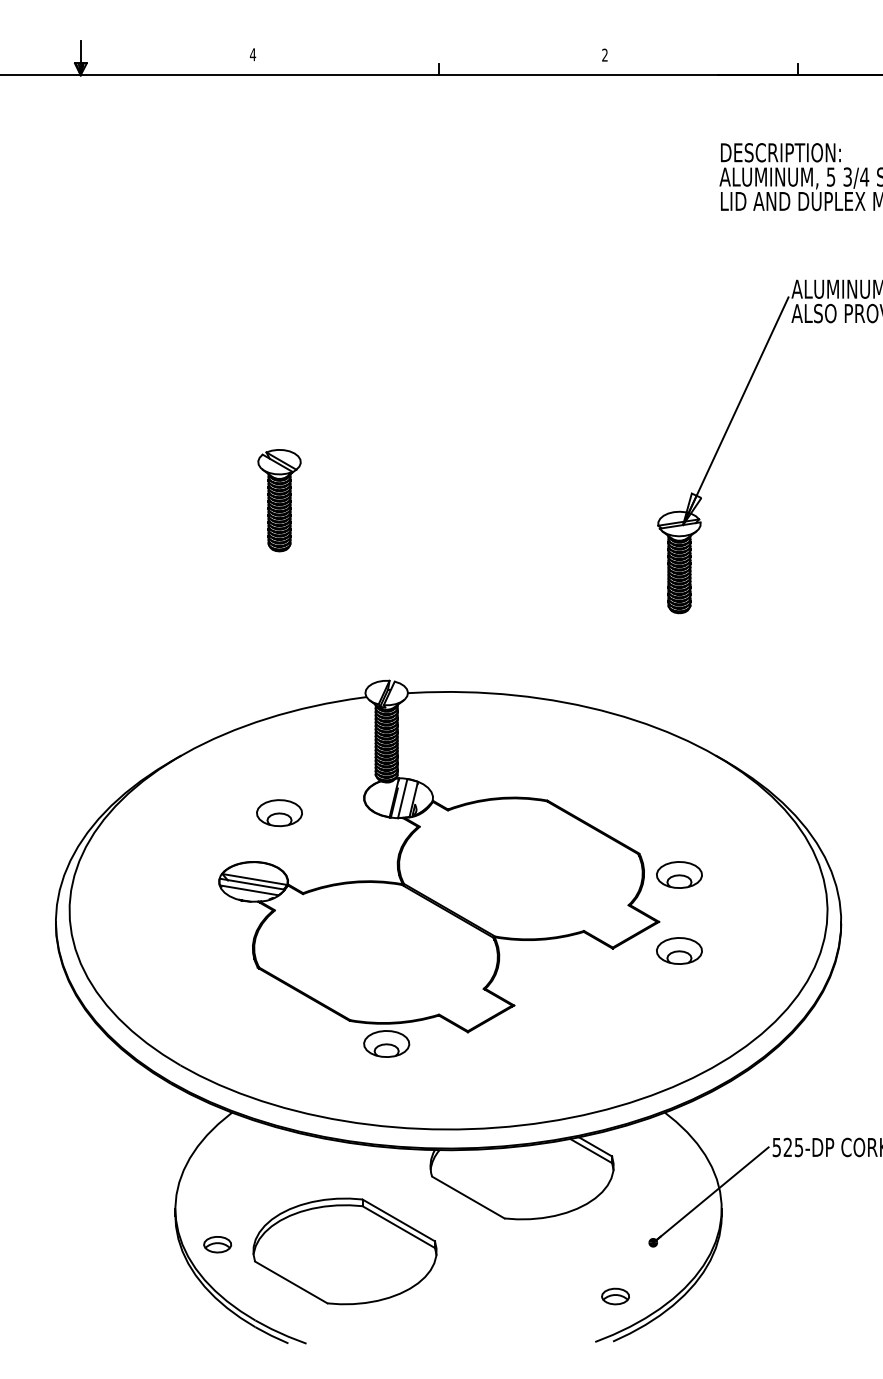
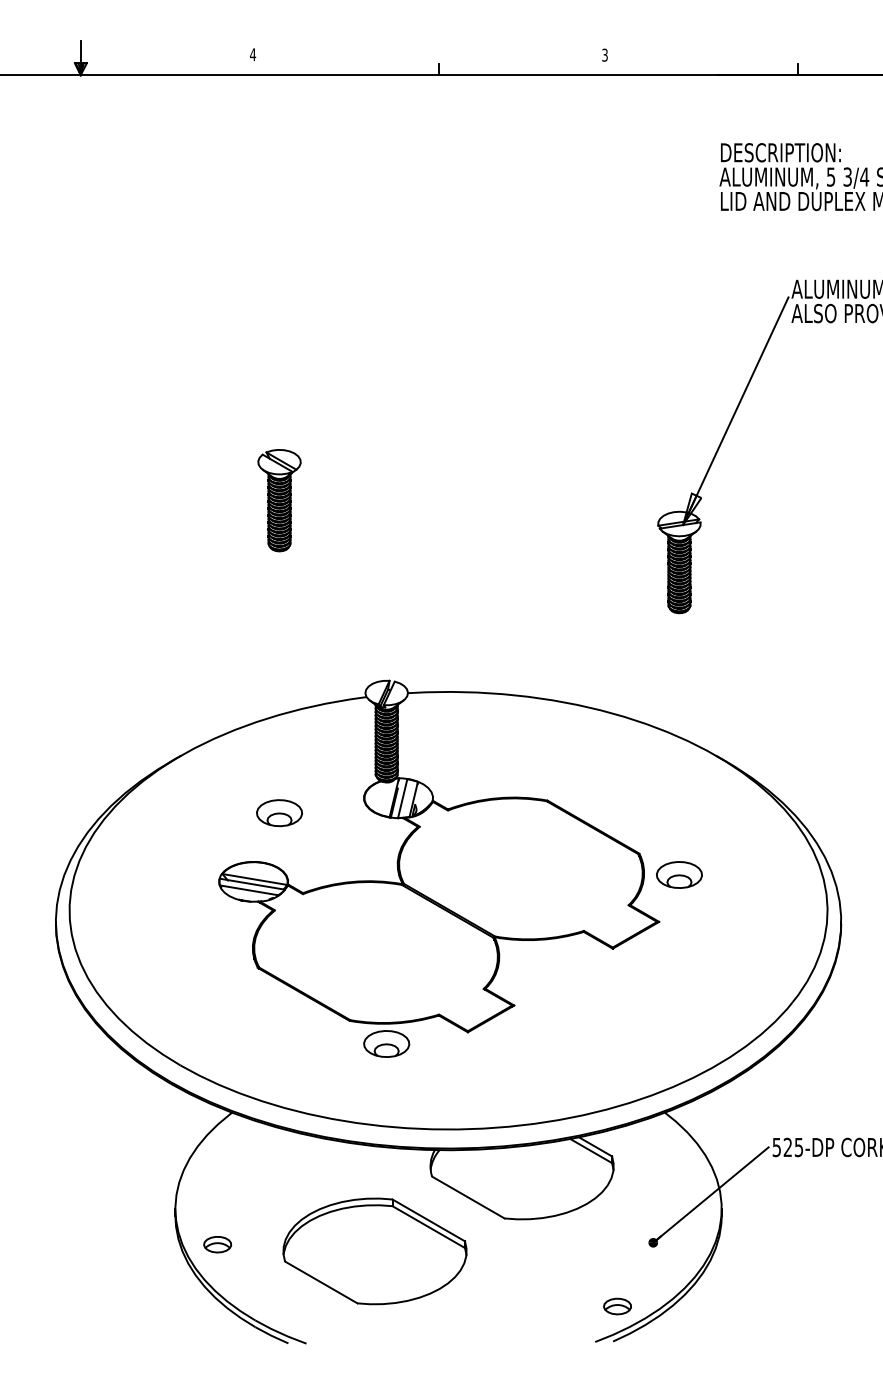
text at (604, 55): 2 -> 3
part at (679, 950): present -> none
part at (344, 1251) position: (344, 1251) -> (374, 1251)
part at (615, 1296) position: (615, 1296) -> (617, 1306)
